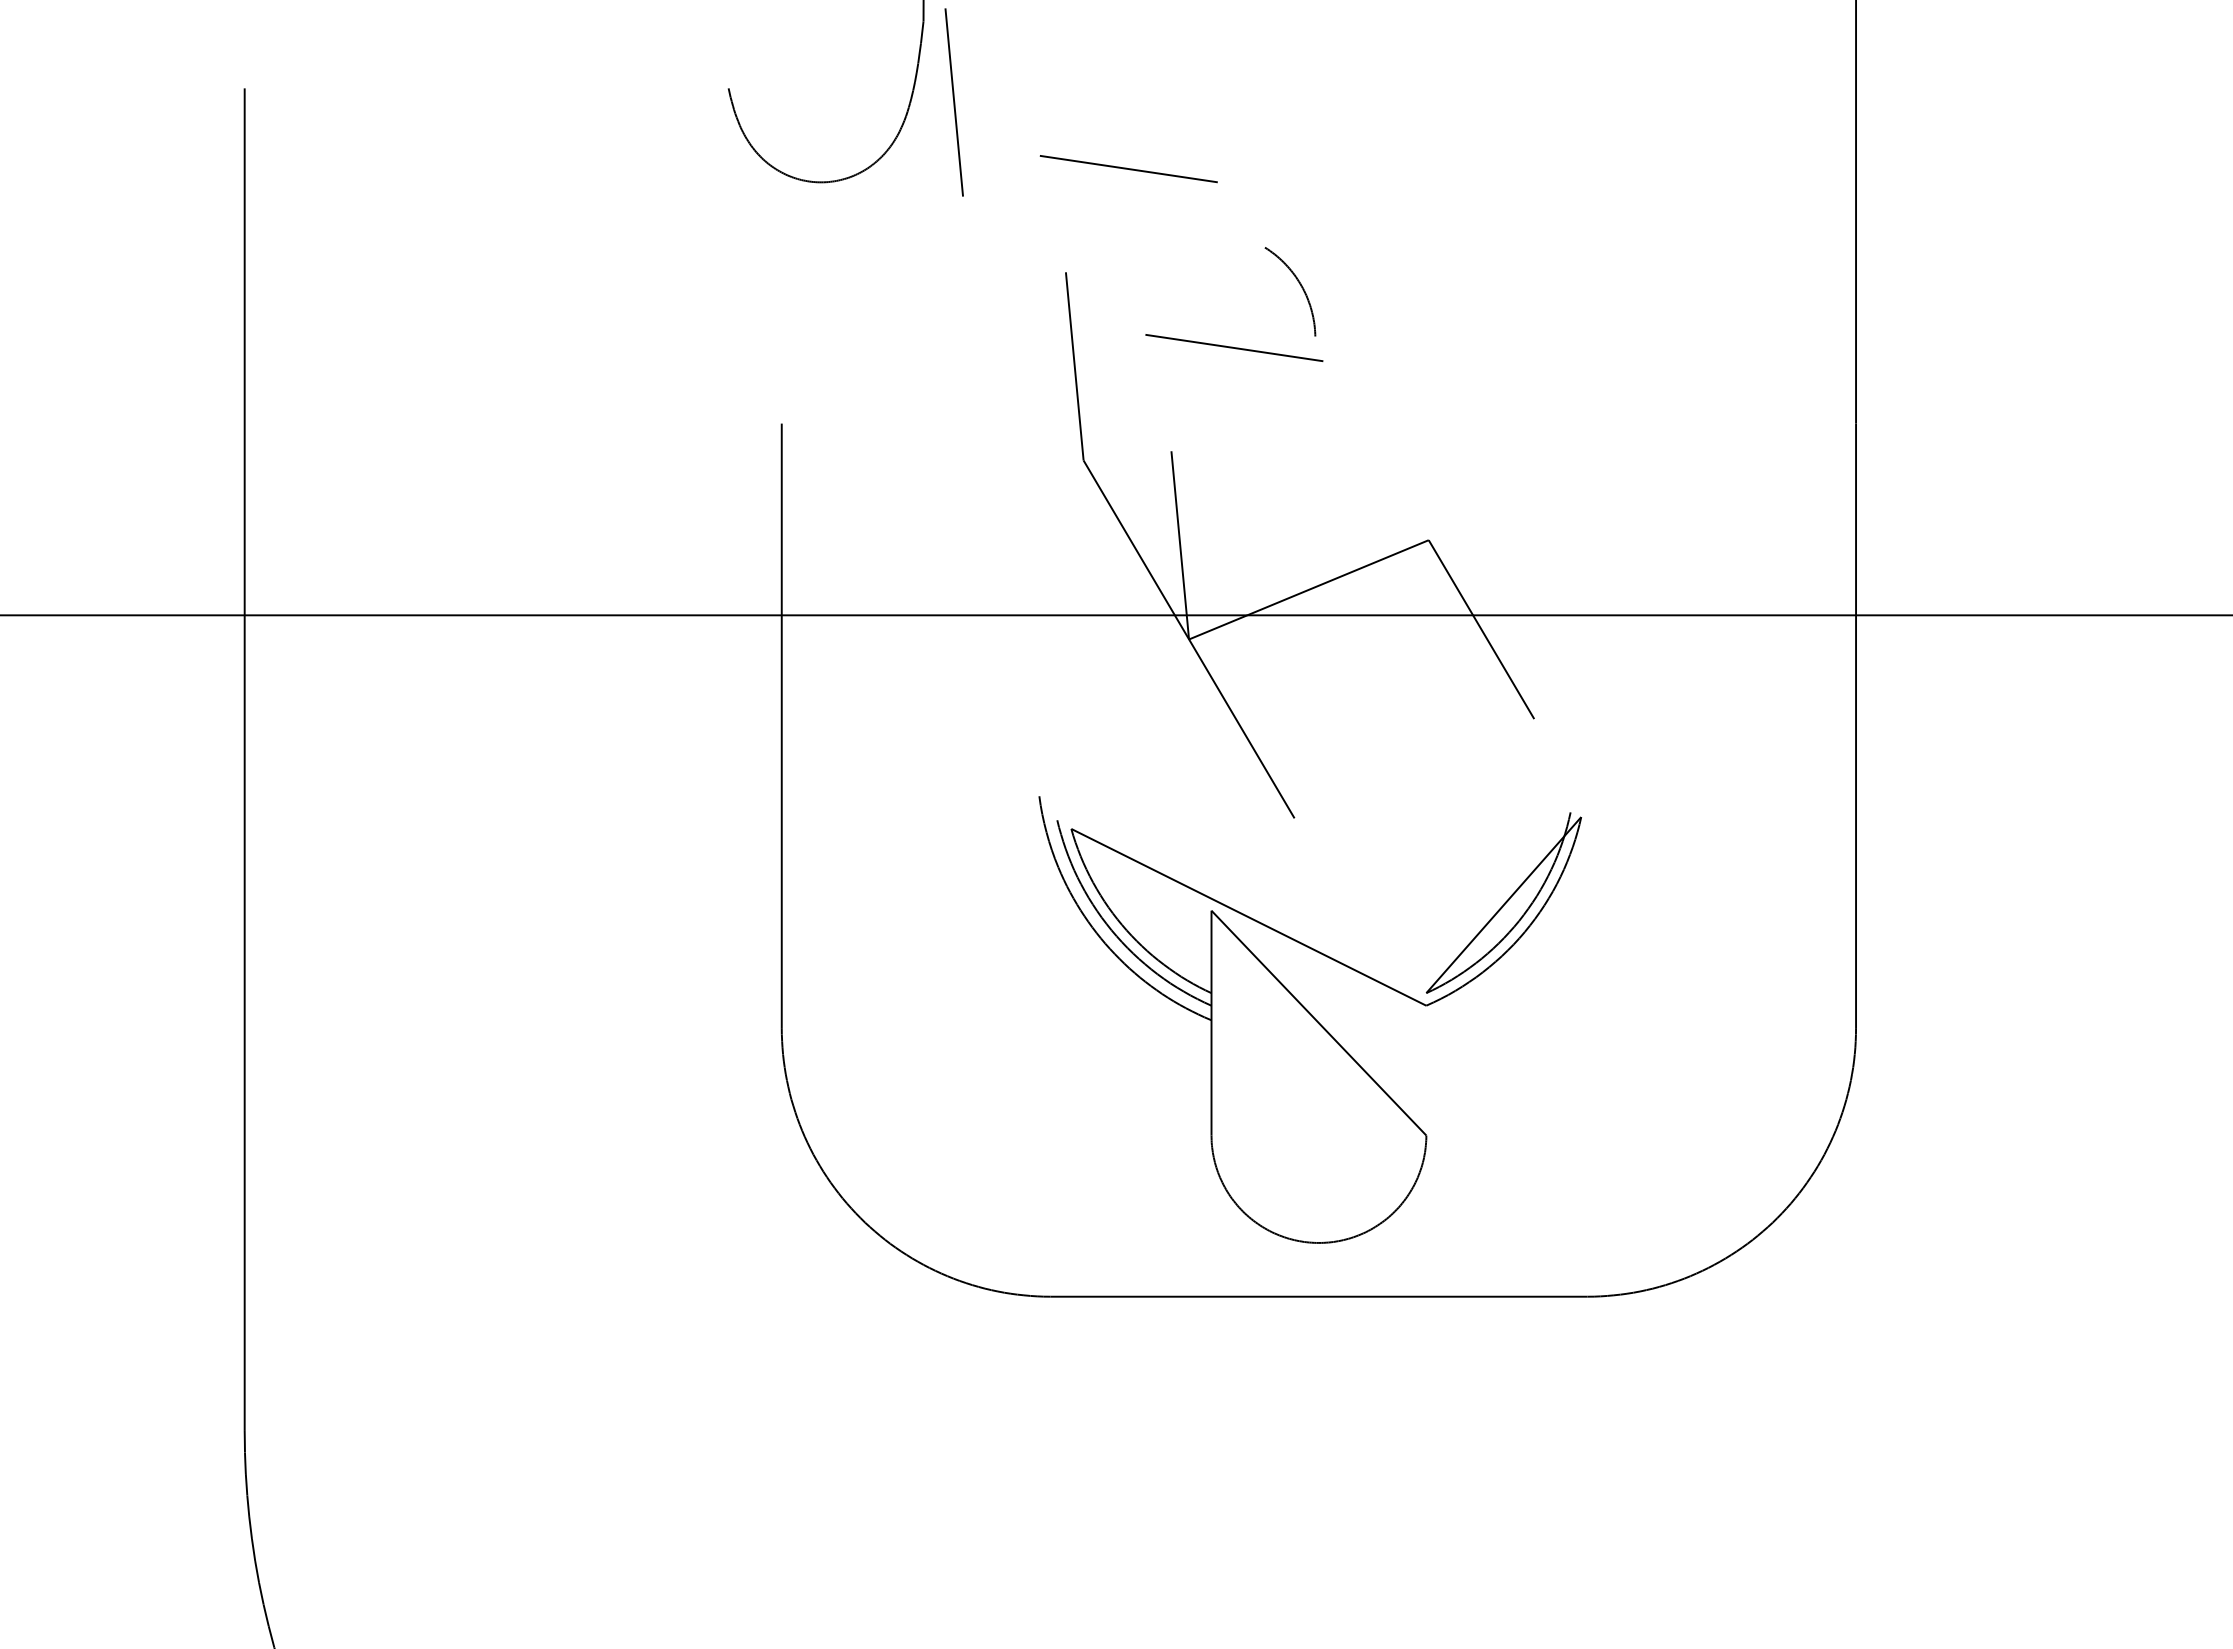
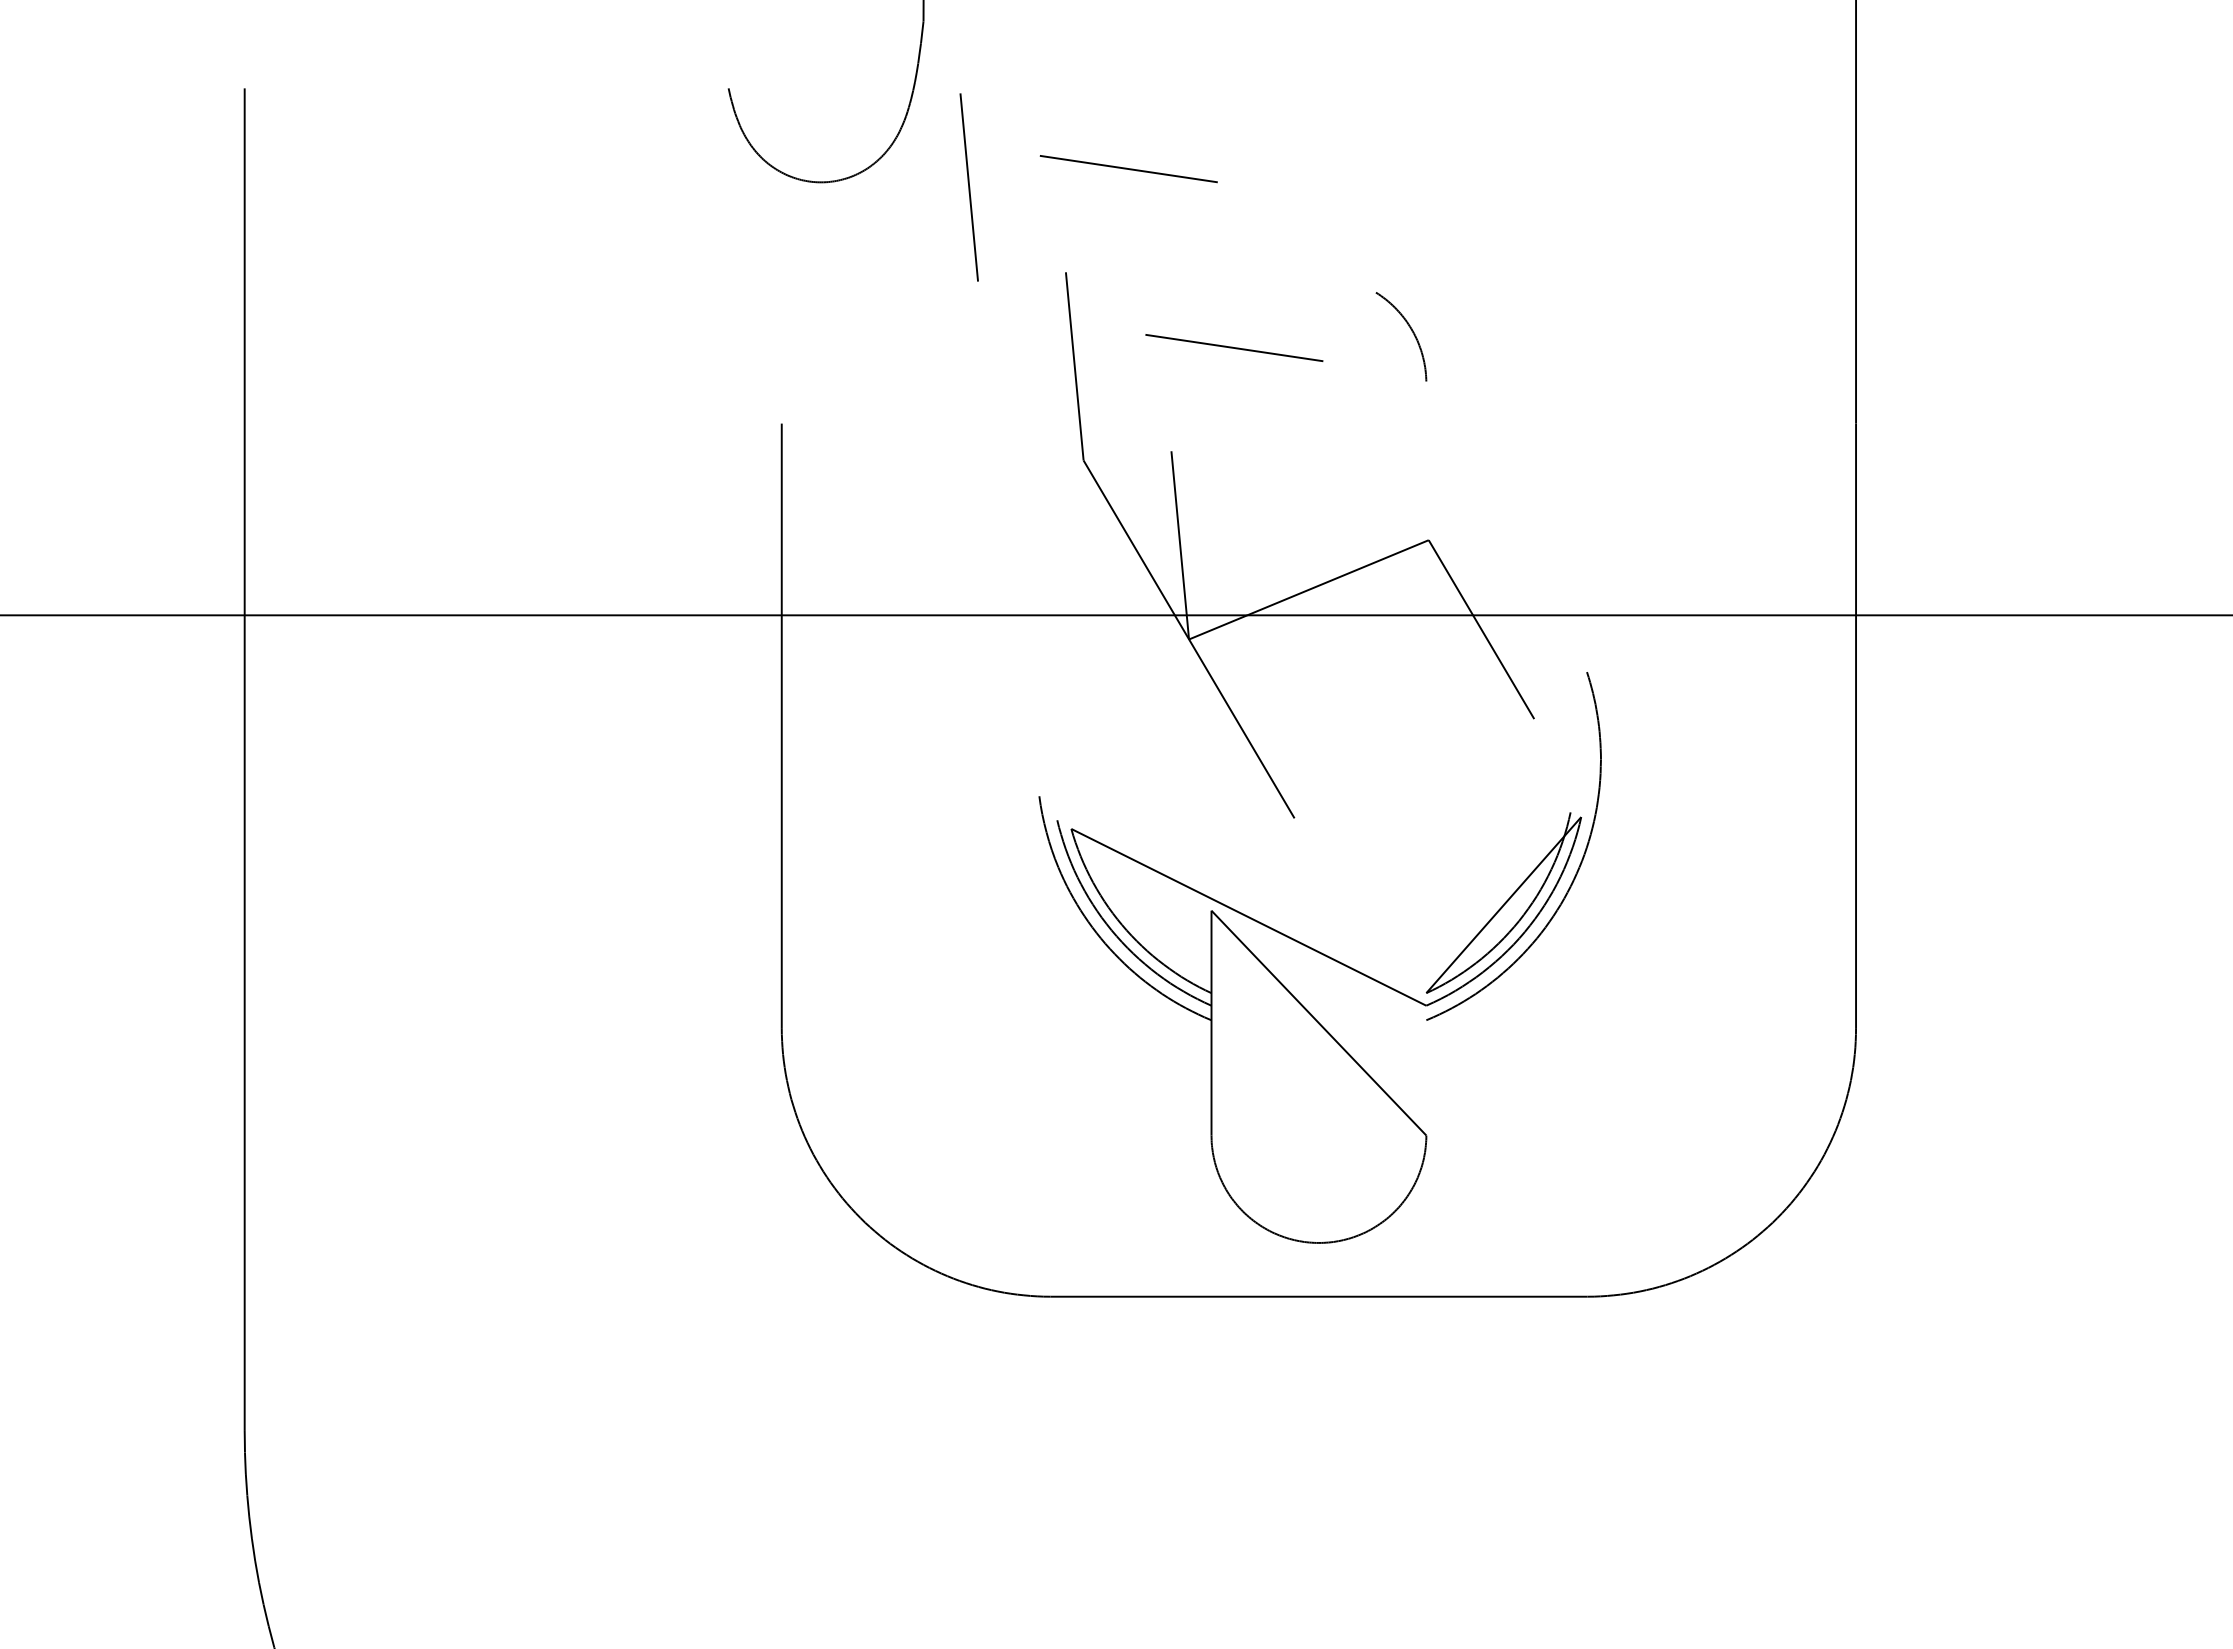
line at (953, 102) position: (953, 102) -> (968, 187)
part at (1300, 286) position: (1300, 286) -> (1411, 331)
part at (1574, 875): none -> present
